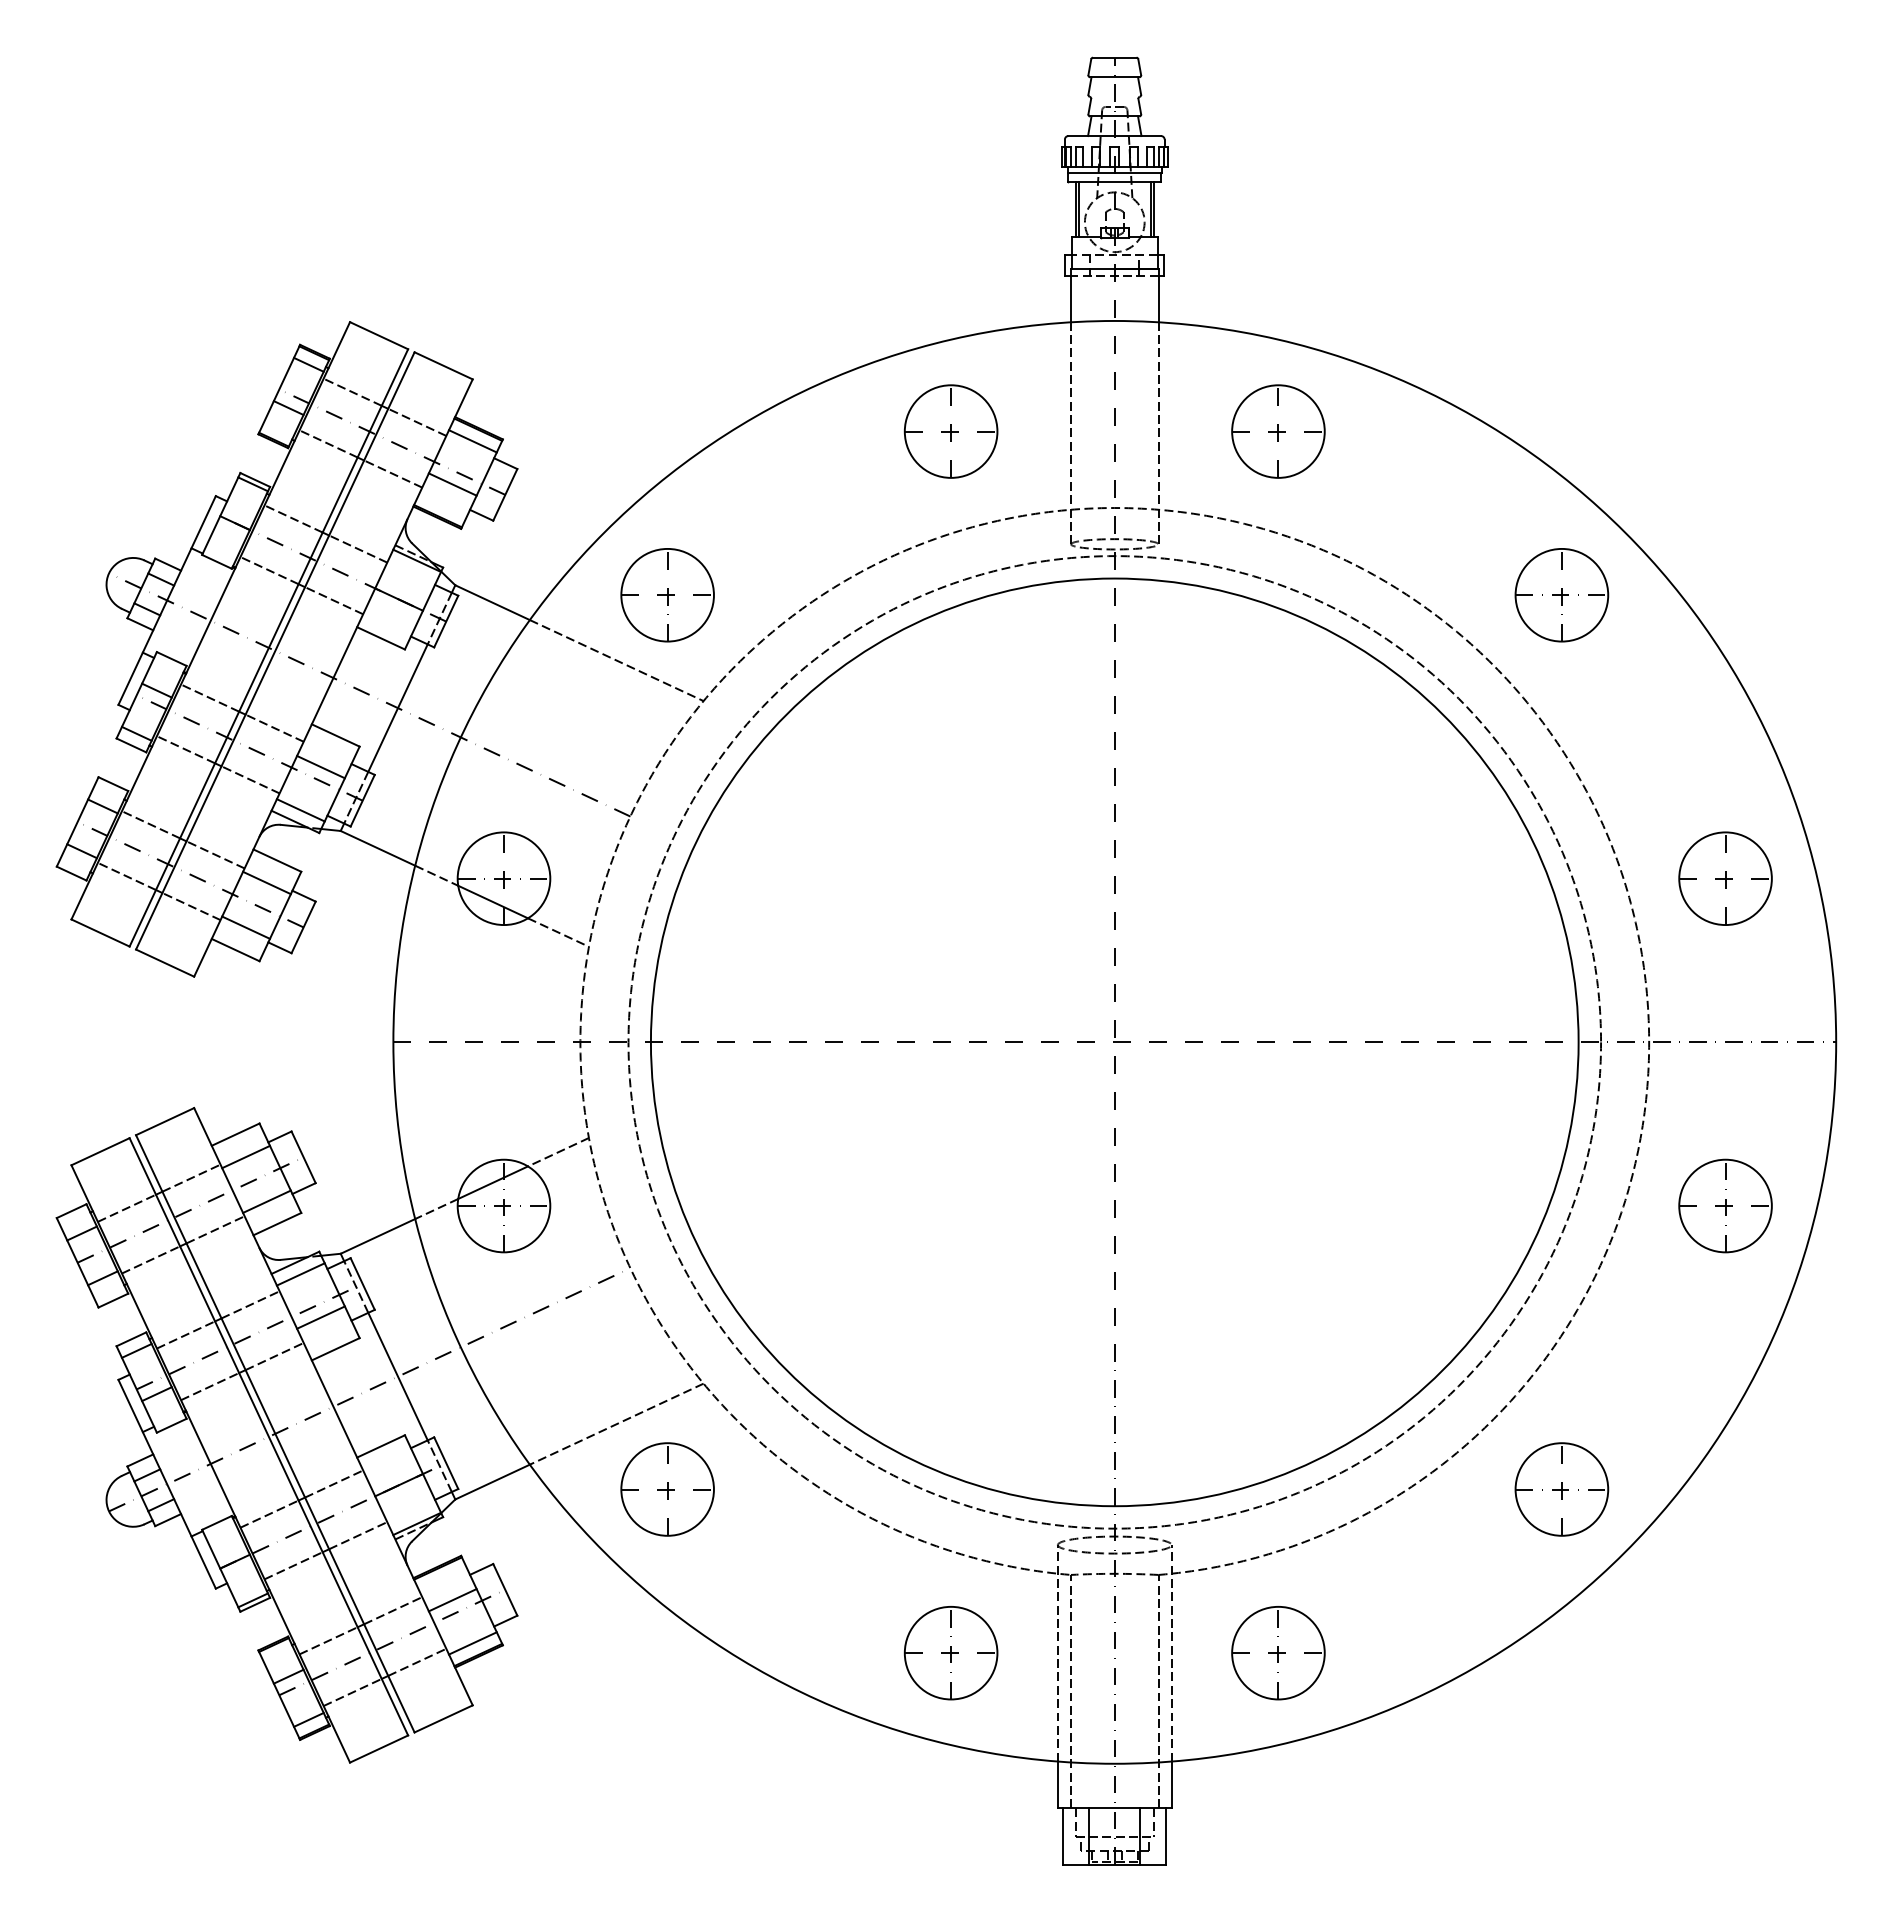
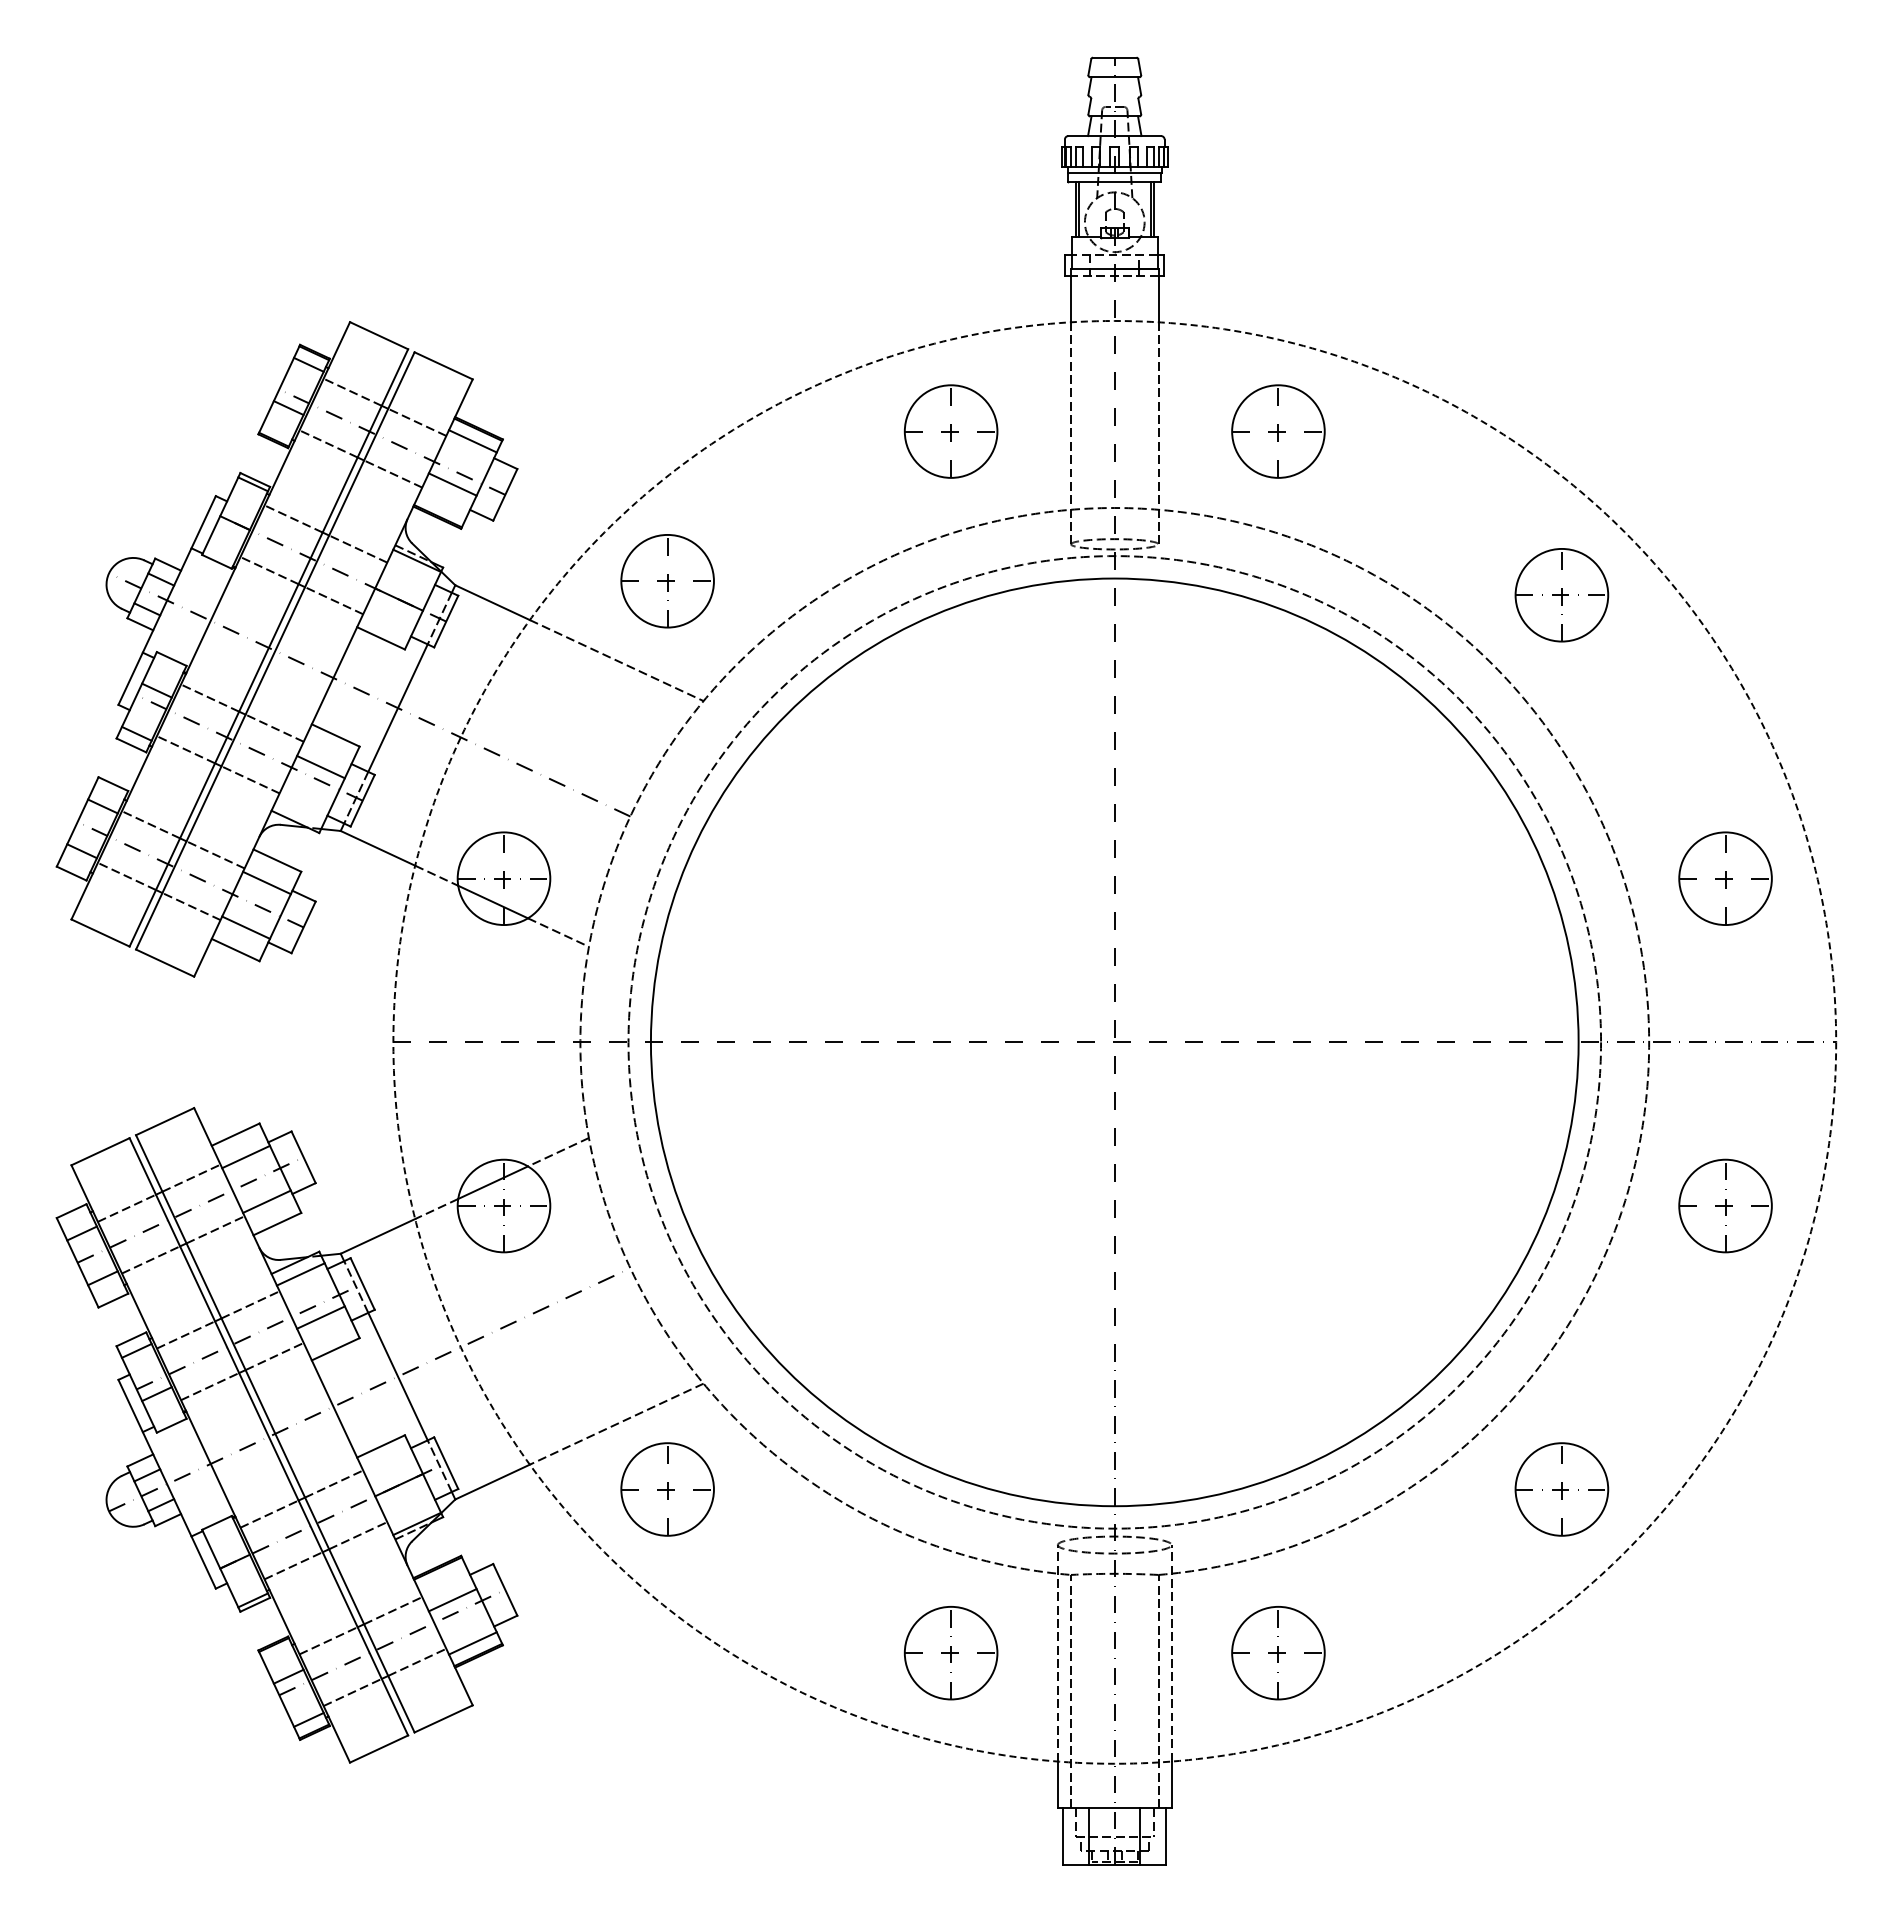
part at (667, 595) position: (667, 595) -> (667, 581)
line at (300, 810): present -> none
circle at (1114, 1041): solid -> dashed
